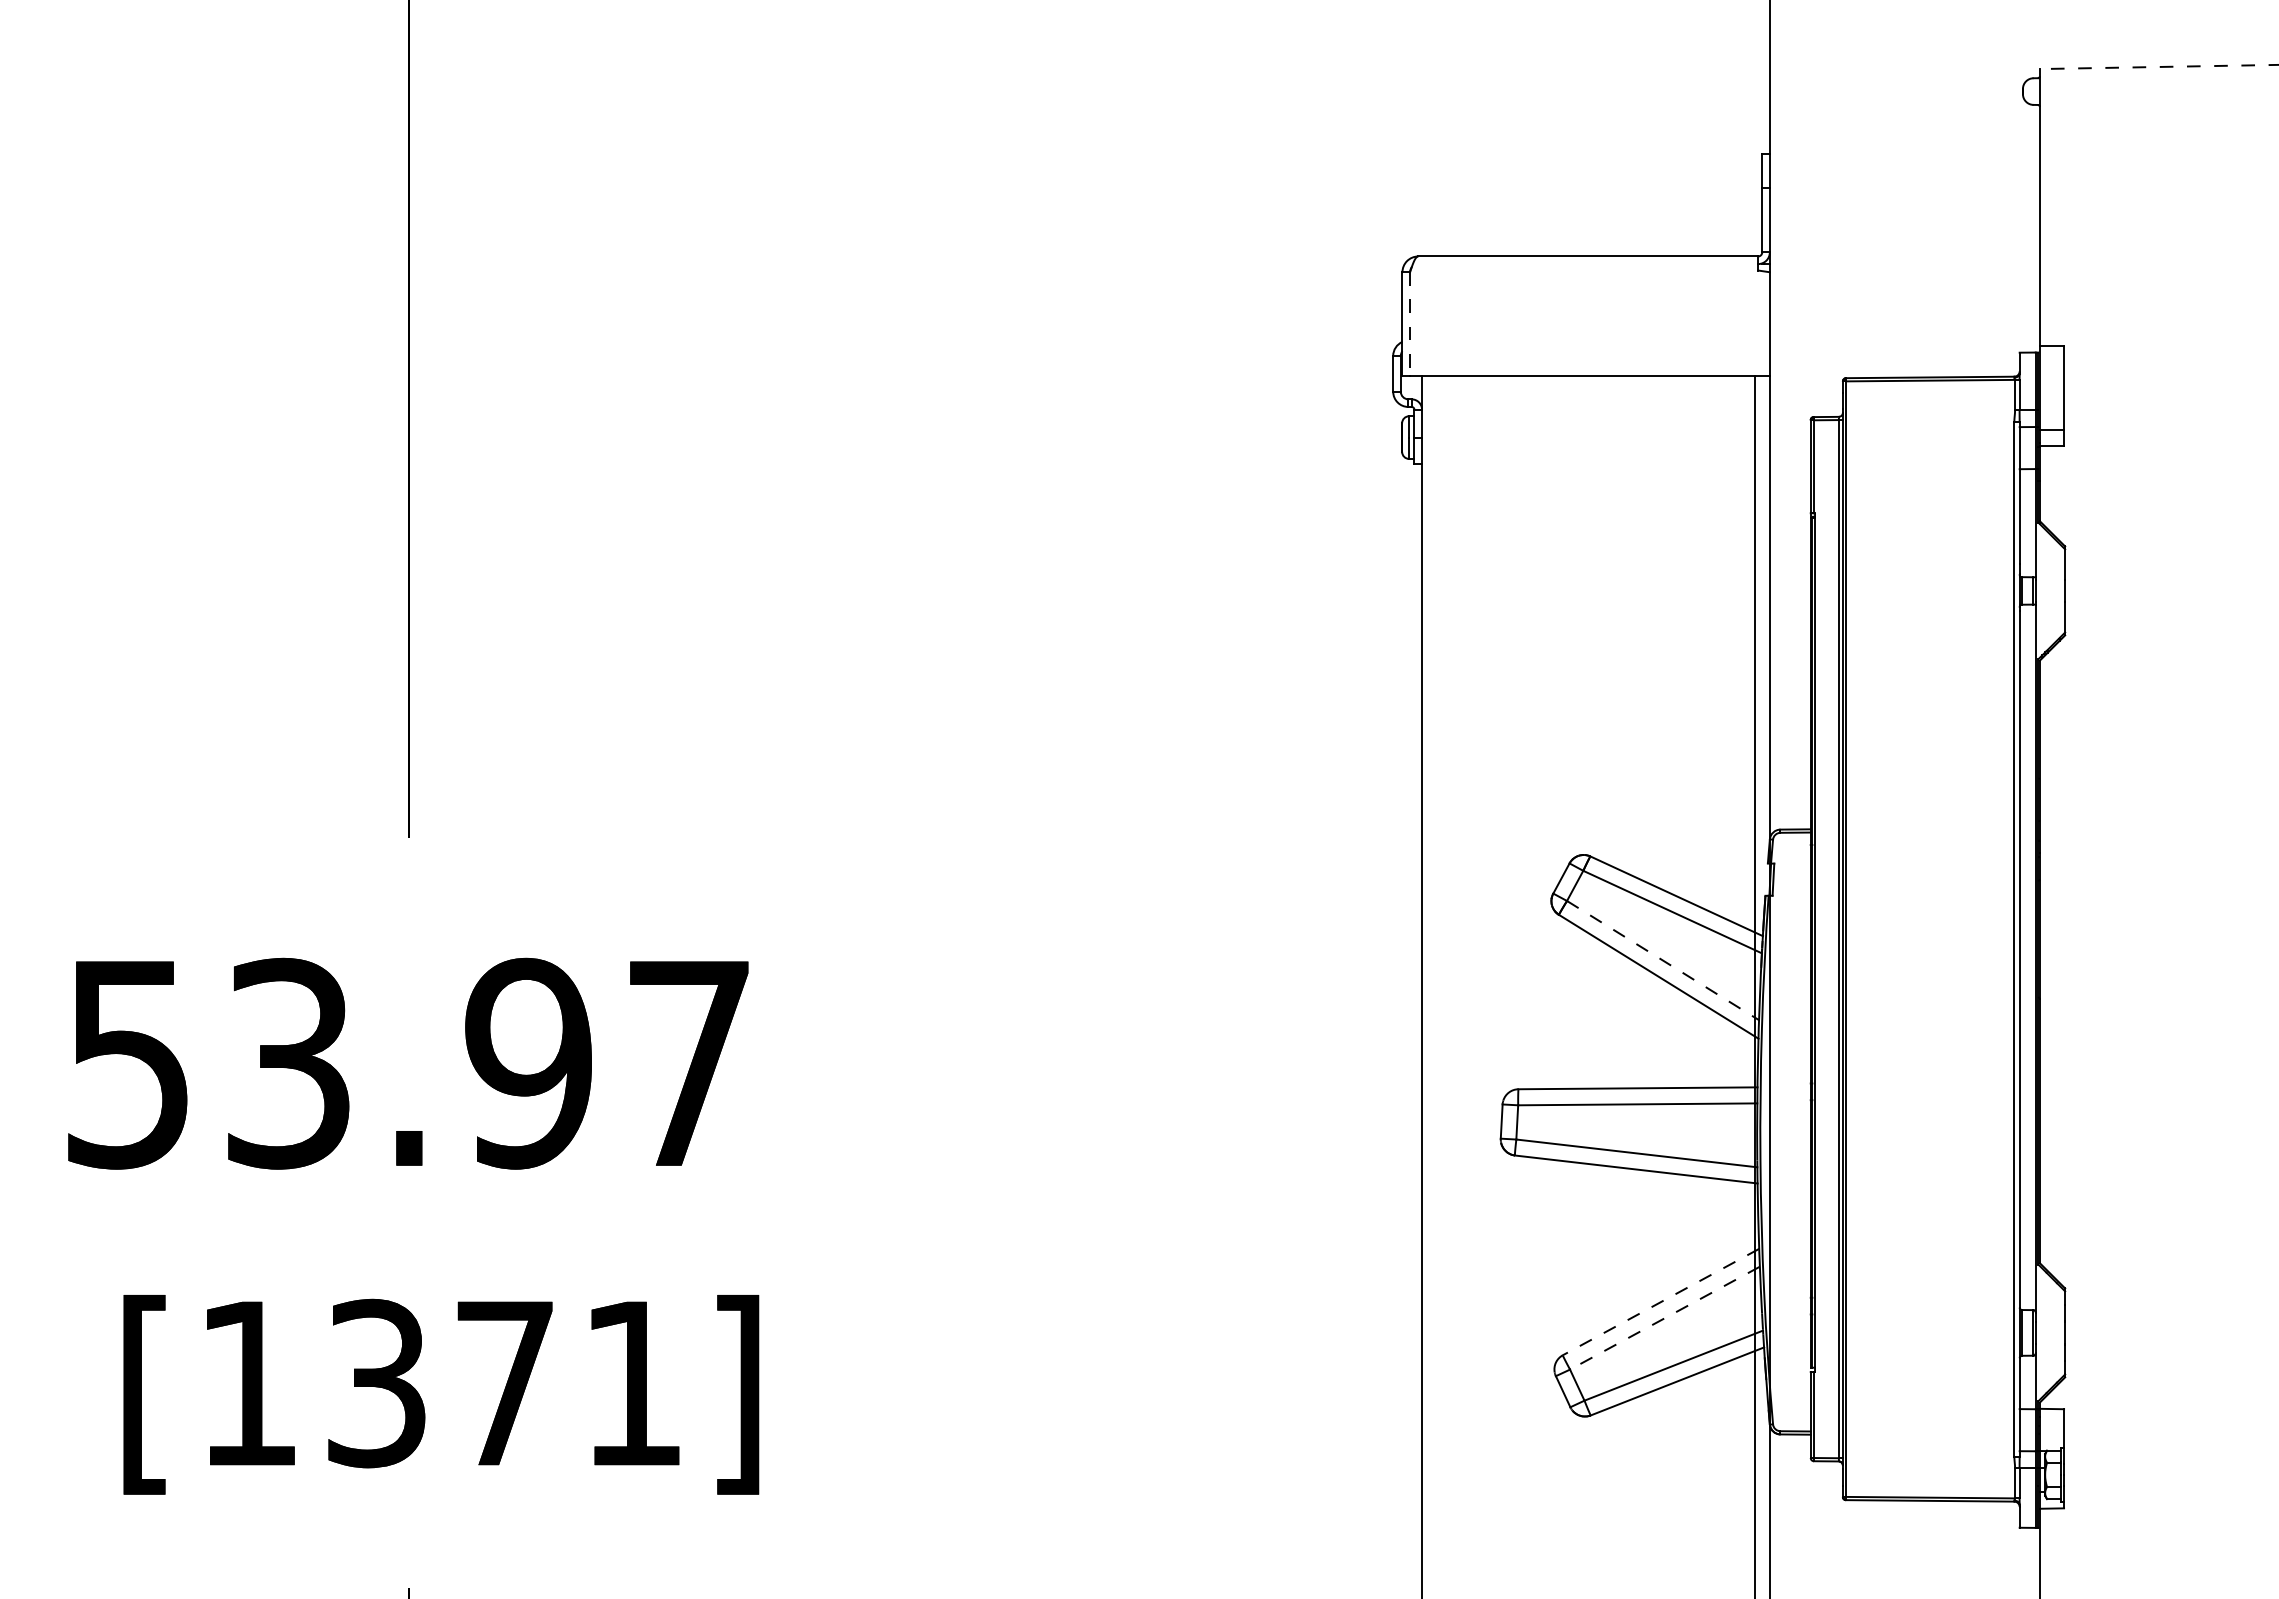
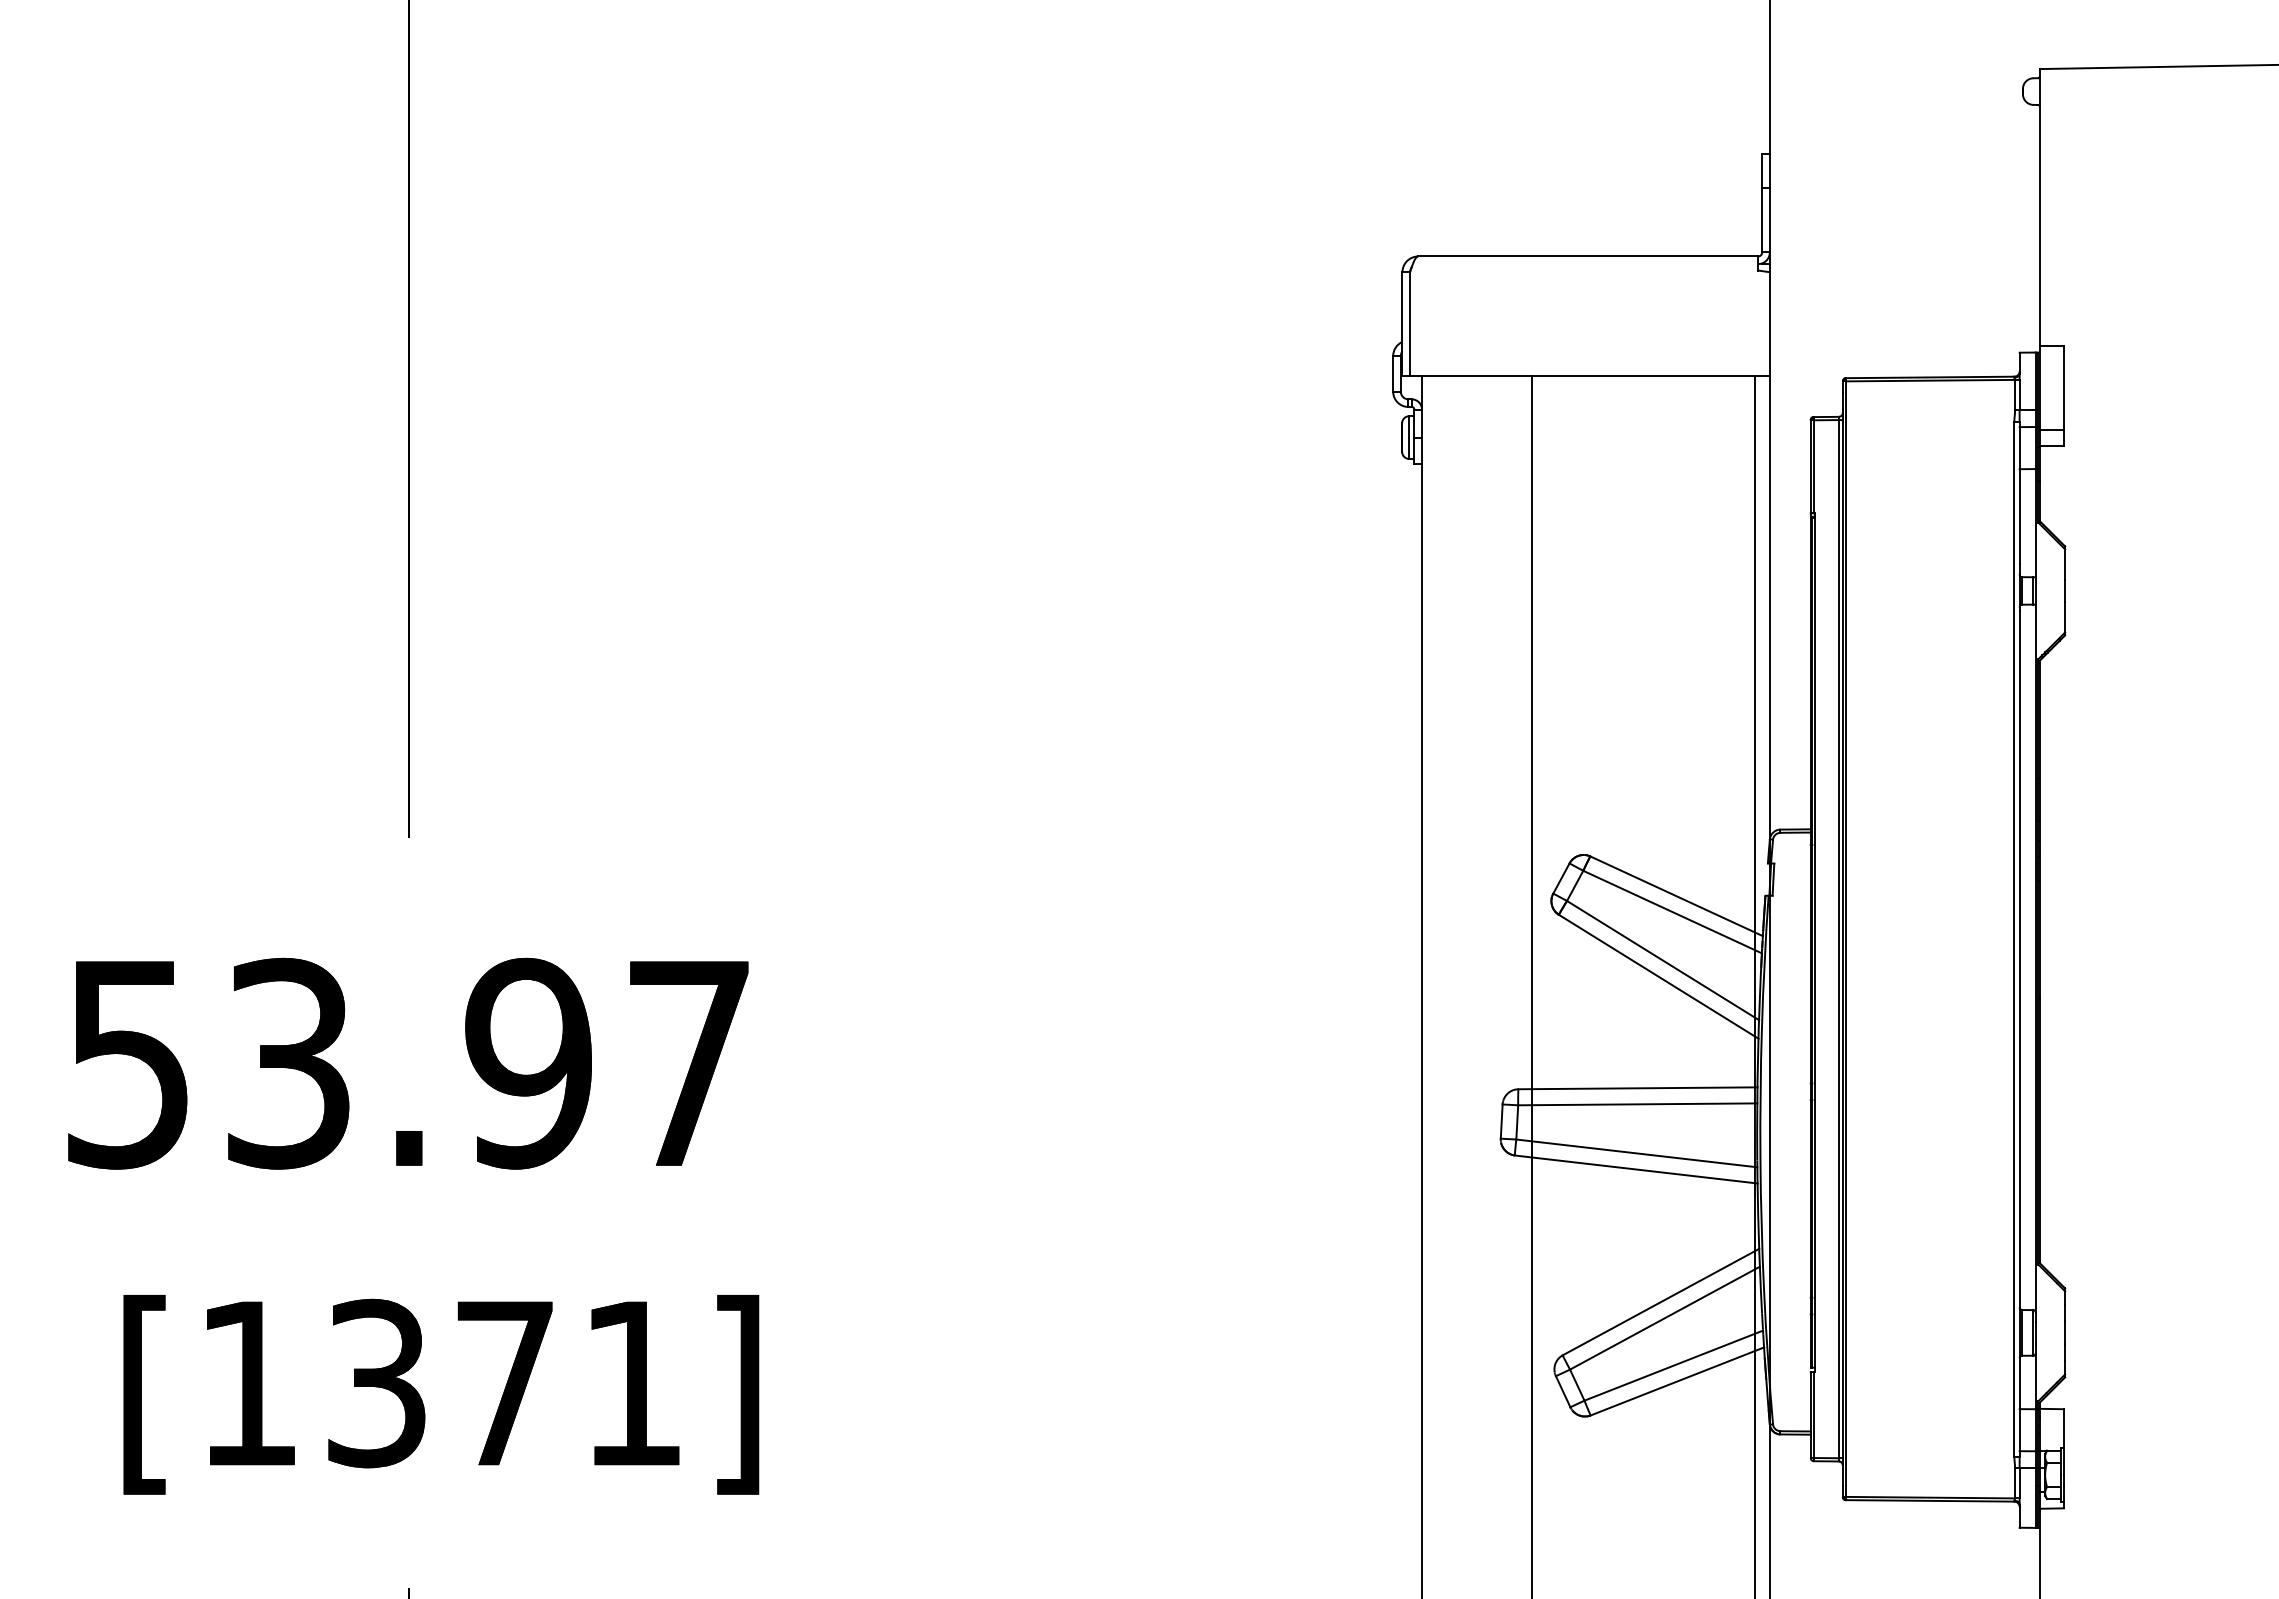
line at (2158, 67): dashed -> solid
line at (1410, 324): dashed -> solid
line at (1663, 960): dashed -> solid
line at (1531, 985): none -> present
line at (1661, 1302): dashed -> solid
line at (1664, 1318): dashed -> solid
